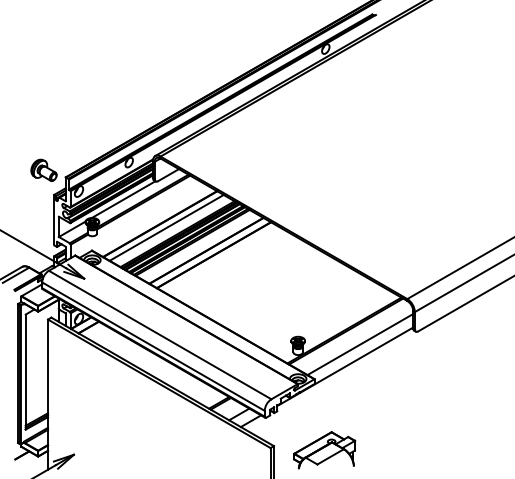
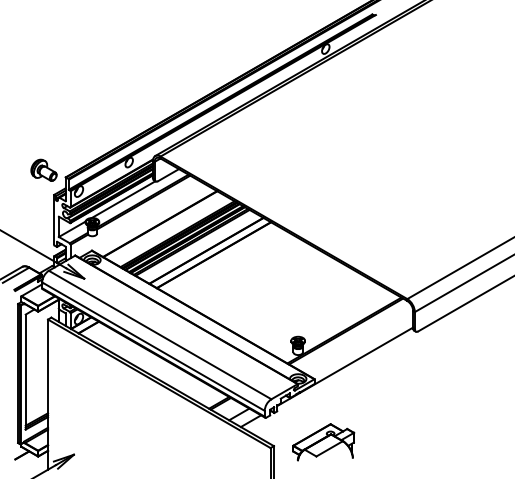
line at (166, 227): present -> none
line at (360, 344): present -> none
part at (324, 450) position: (324, 450) -> (323, 442)
